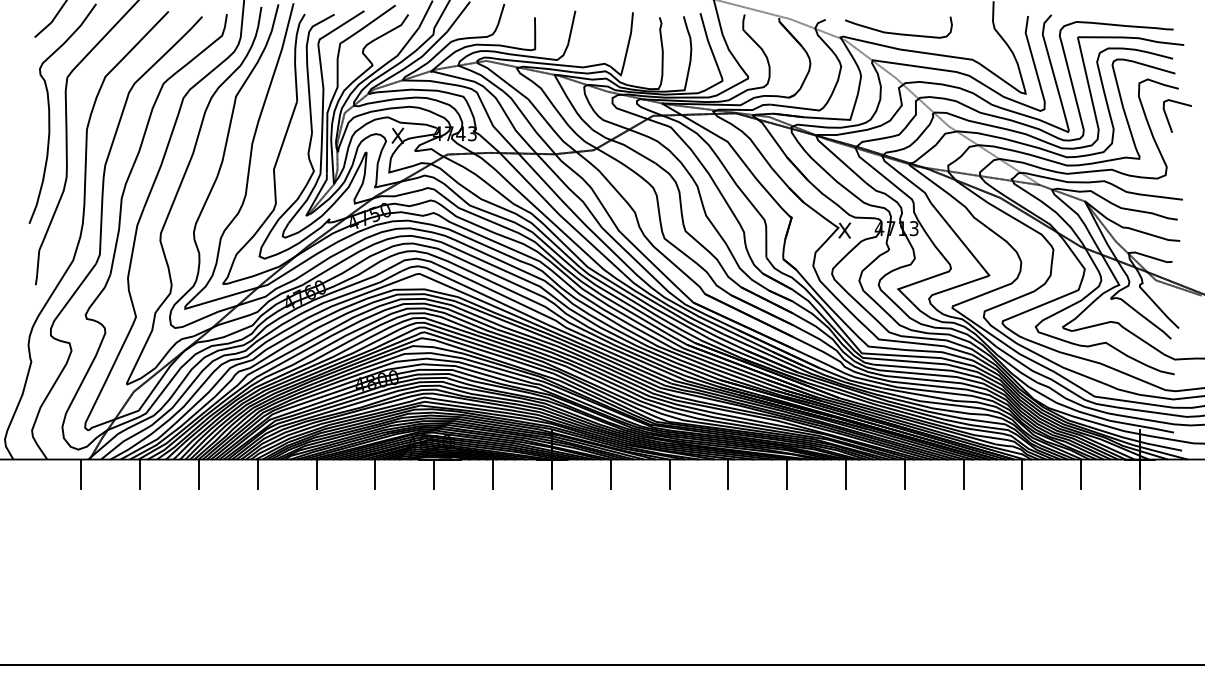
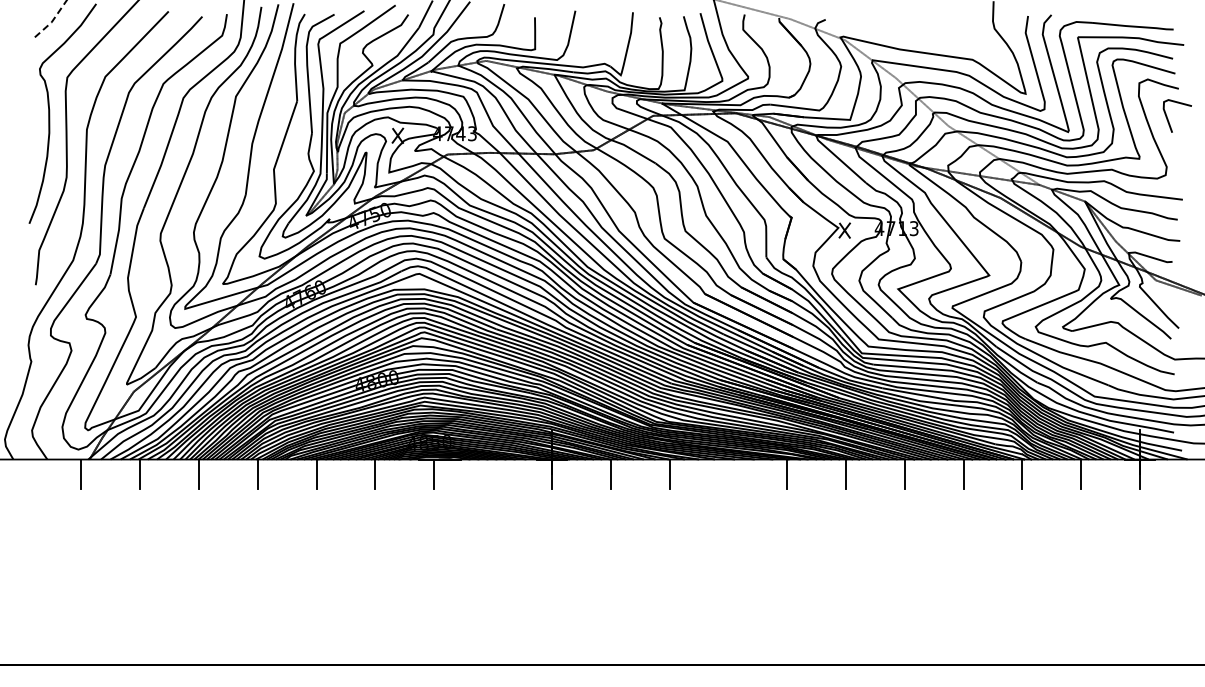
line at (52, 21): solid -> dashed
curve at (895, 32): present -> none
line at (493, 473): present -> none
line at (728, 473): present -> none
